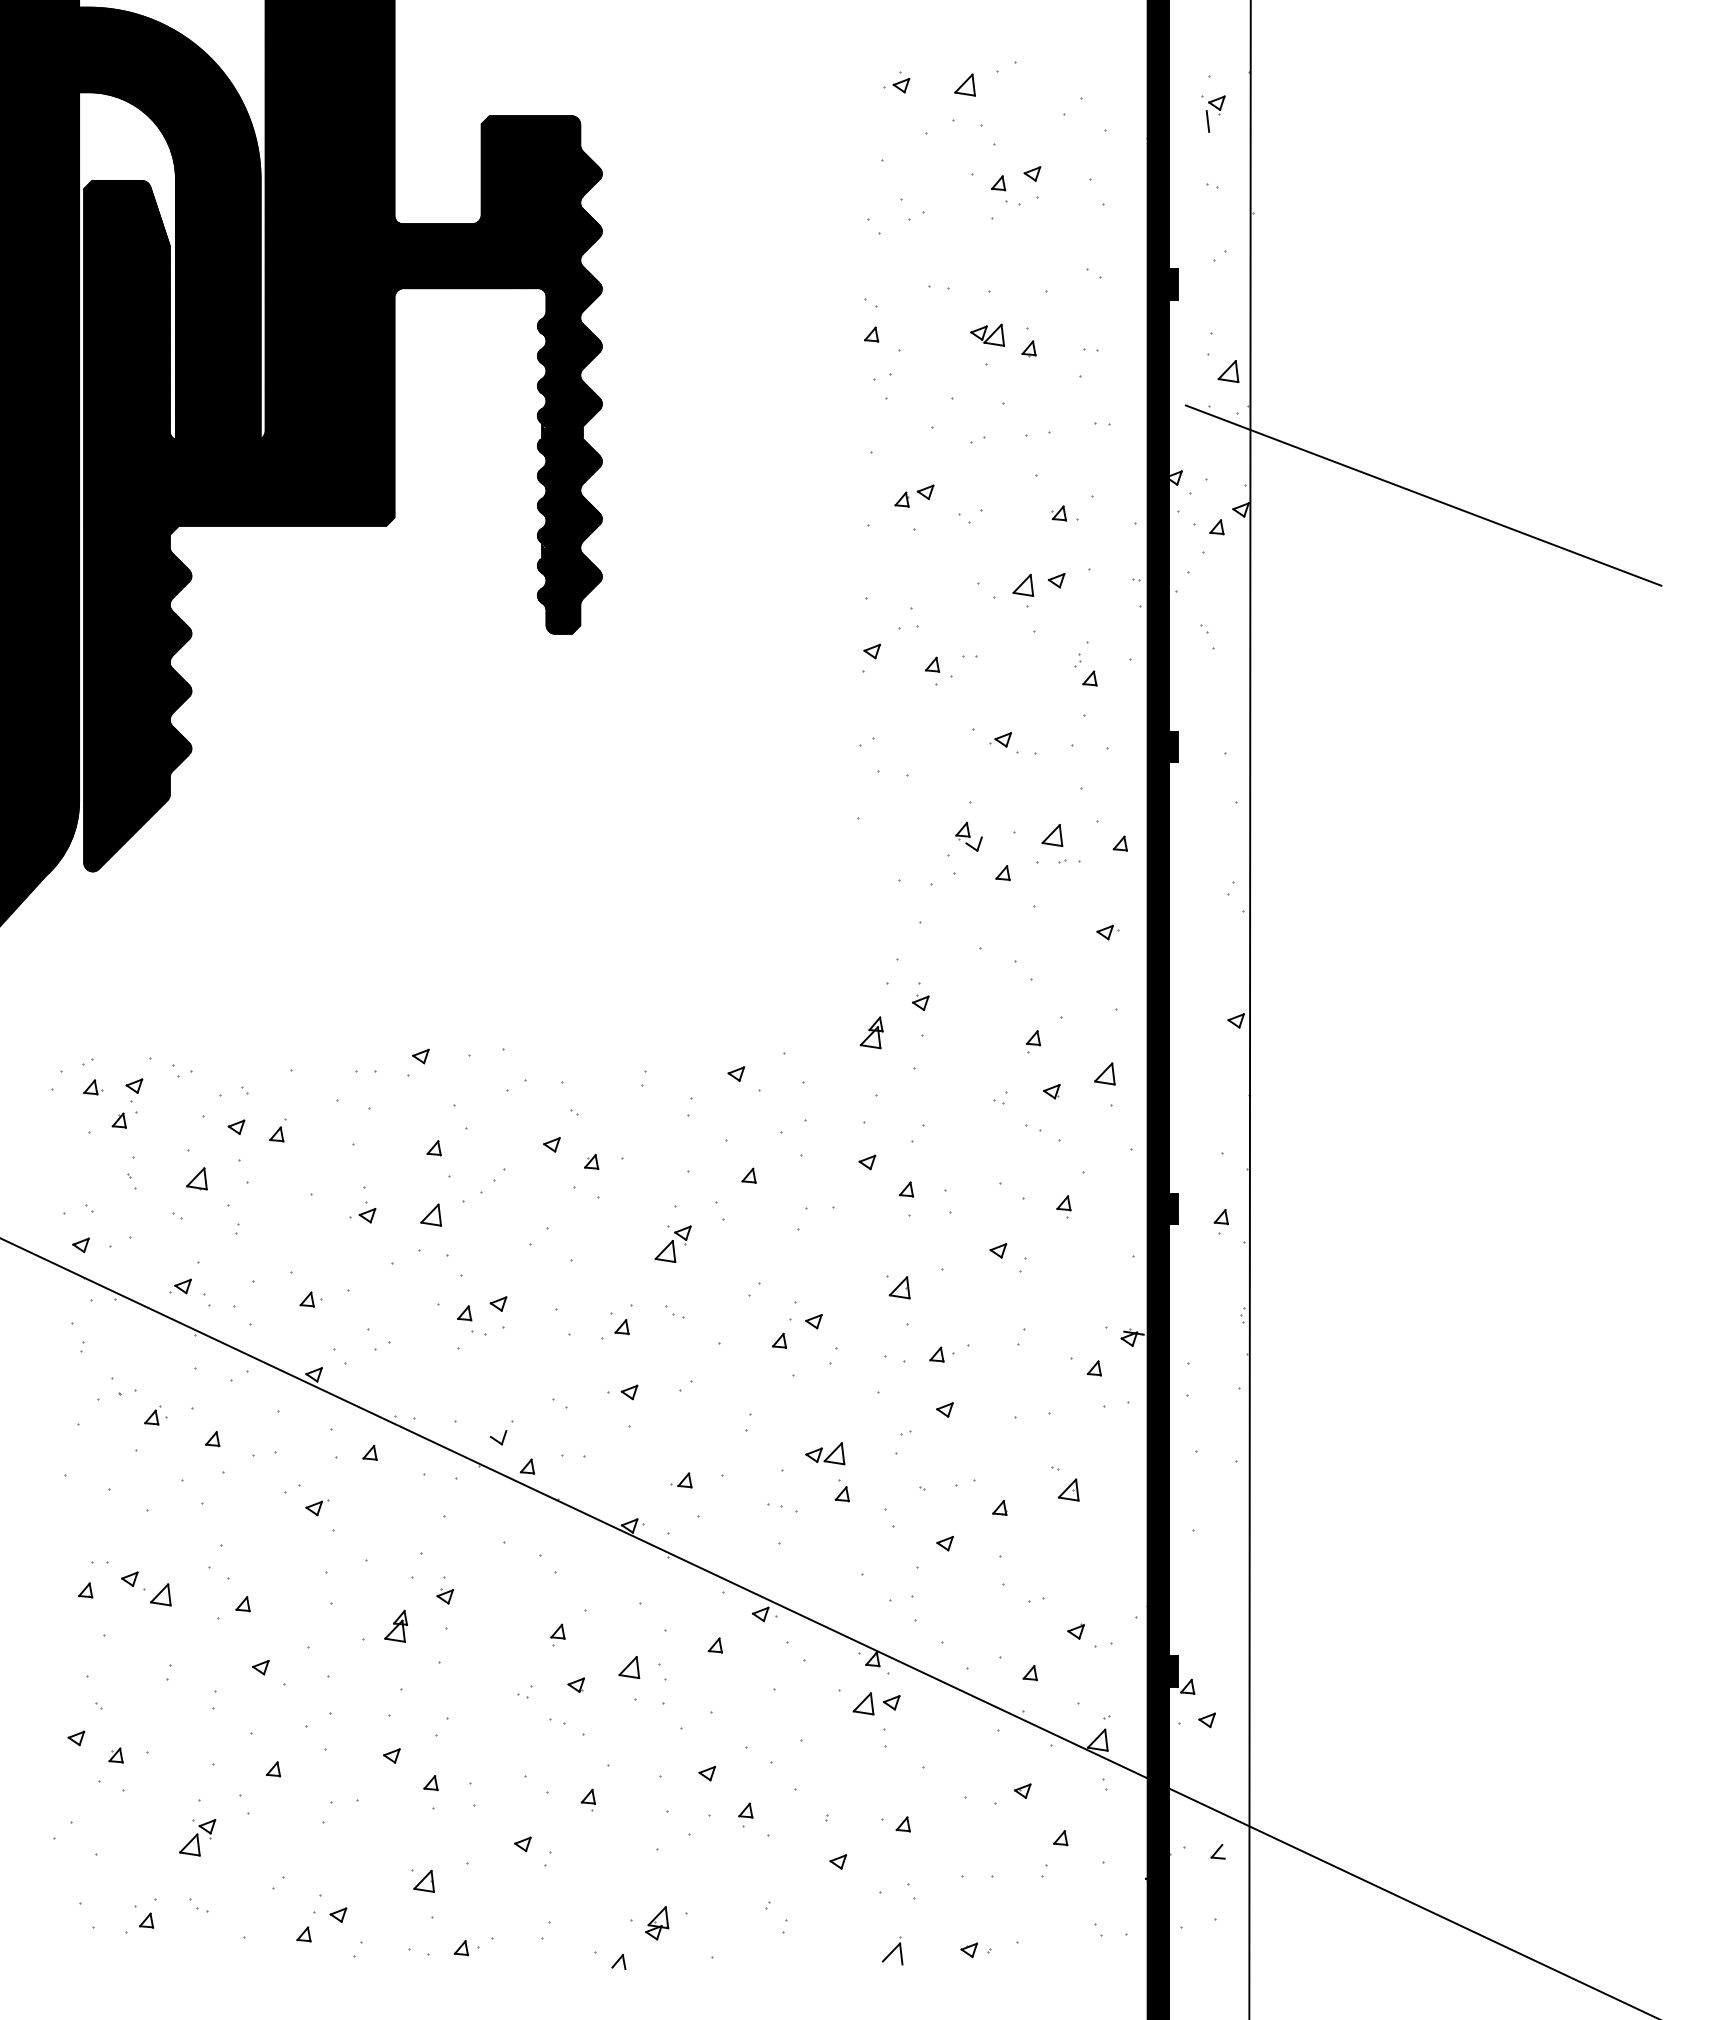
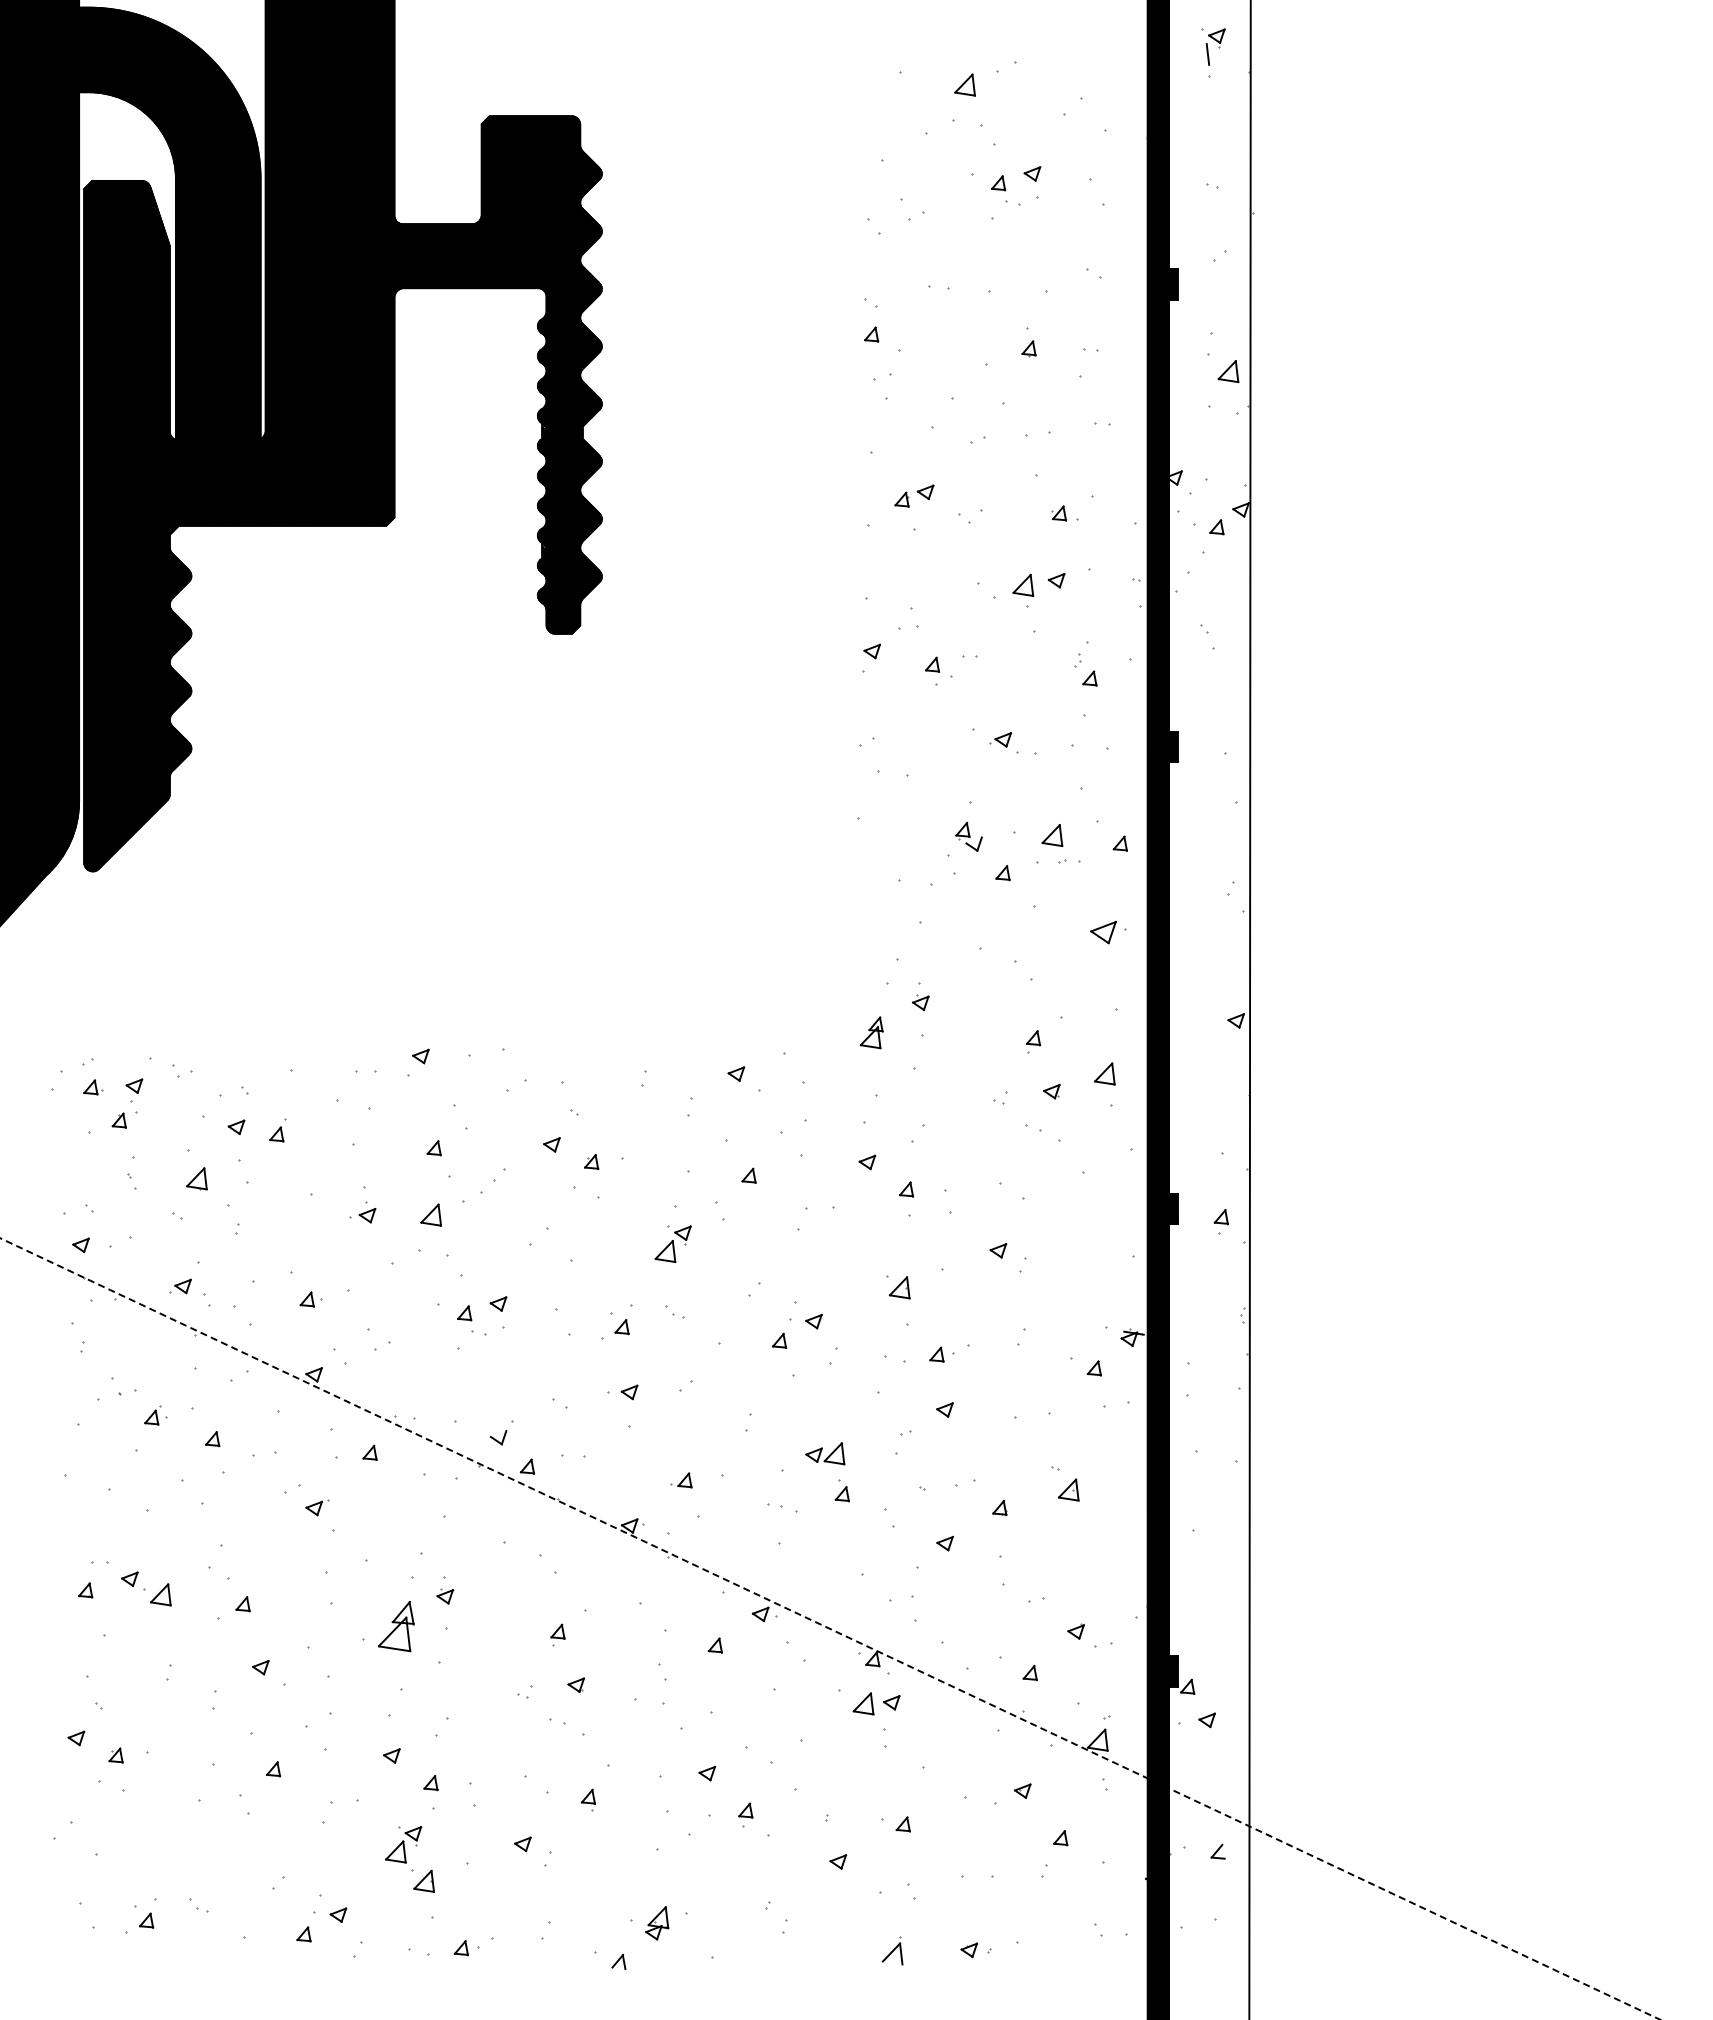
part at (896, 85): present -> none
part at (1213, 113) position: (1213, 113) -> (1213, 46)
part at (987, 334): present -> none
line at (1423, 495): present -> none
part at (1107, 932) size: 24x17 px -> 37x25 px
part at (1063, 1206): present -> none
part at (395, 1625) size: 24x34 px -> 38x53 px
line at (830, 1628): solid -> dashed
part at (629, 1667): present -> none
part at (197, 1837) position: (197, 1837) -> (403, 1844)
